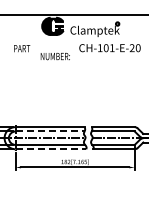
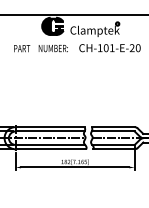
text at (54, 56) position: (54, 56) -> (52, 48)
line at (50, 131): dashed -> solid
line at (51, 149): dashed -> solid
